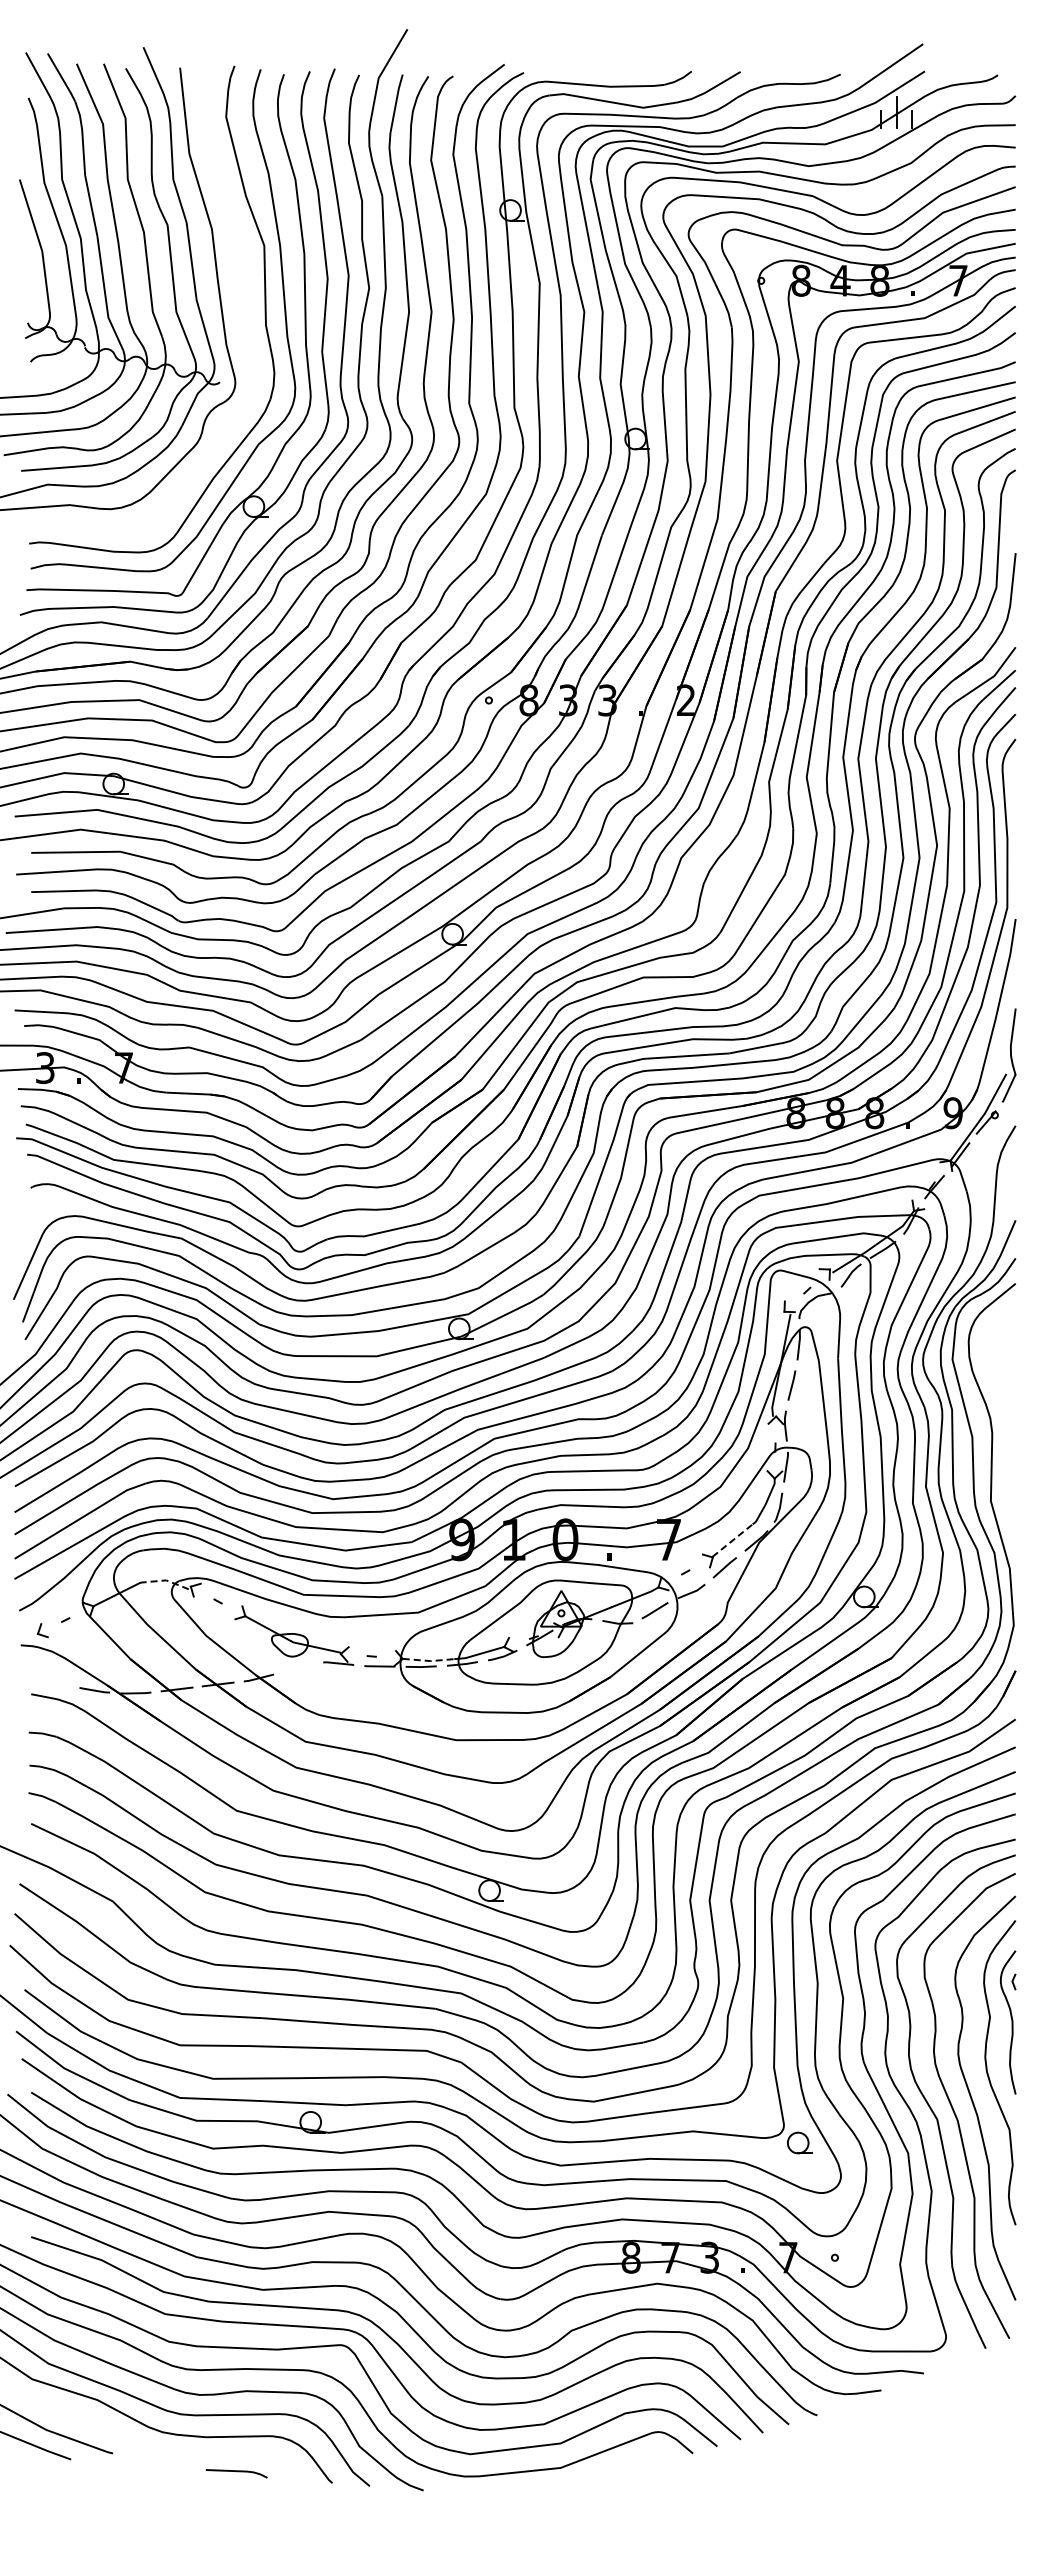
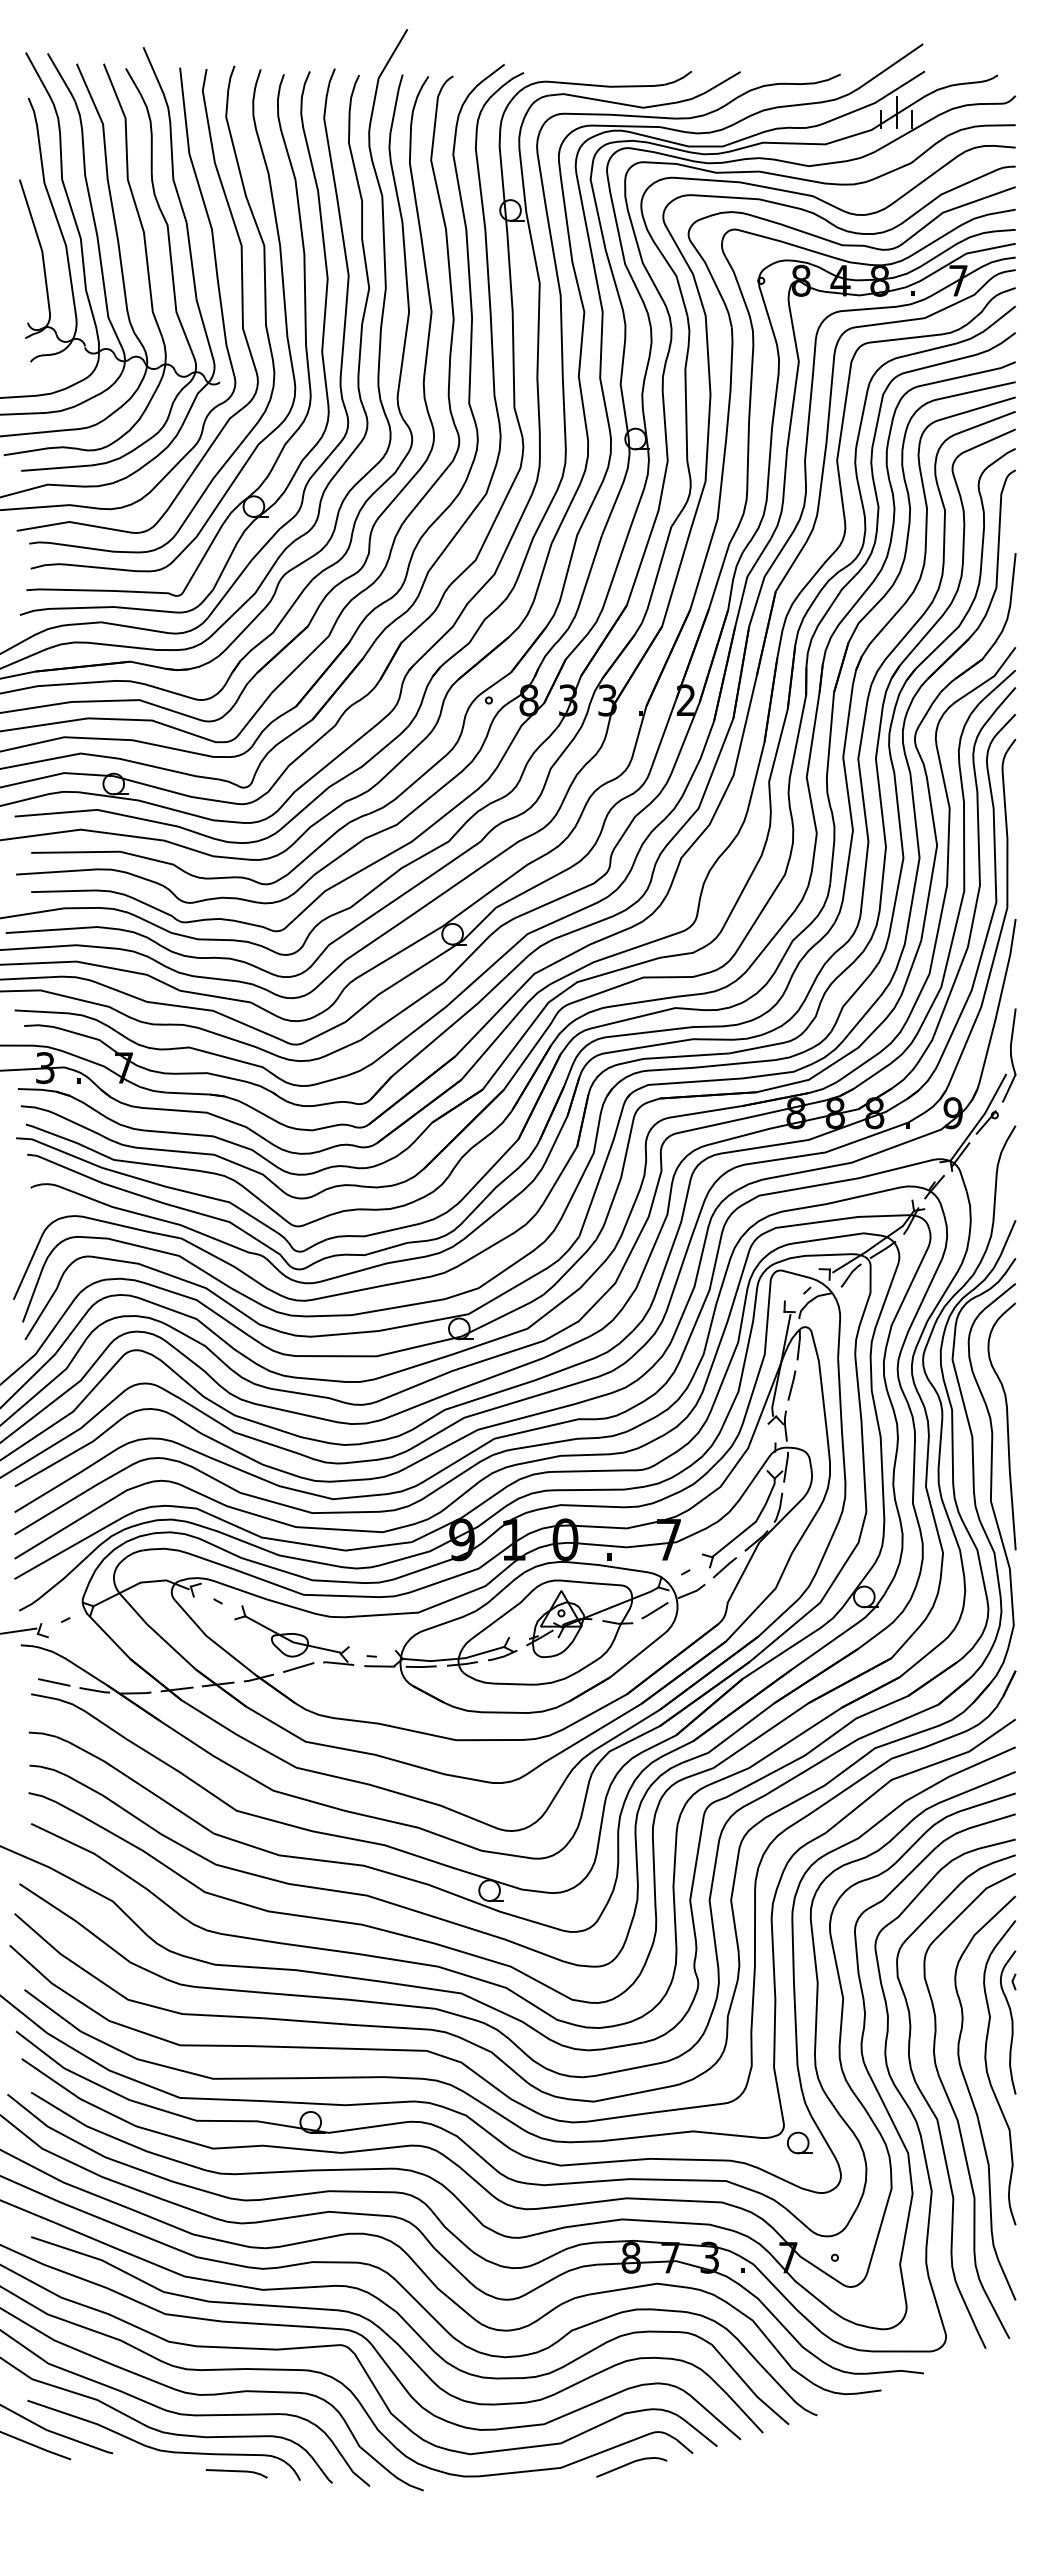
part at (241, 301): none -> present
curve at (1006, 1426): none -> present
line at (732, 1540): dashed -> solid
line at (165, 1580): dashed -> solid
line at (19, 1630): none -> present
line at (428, 1660): dashed -> solid
line at (298, 1667): none -> present
line at (54, 1682): none -> present
curve at (162, 2449): none -> present
curve at (630, 2464): none -> present
